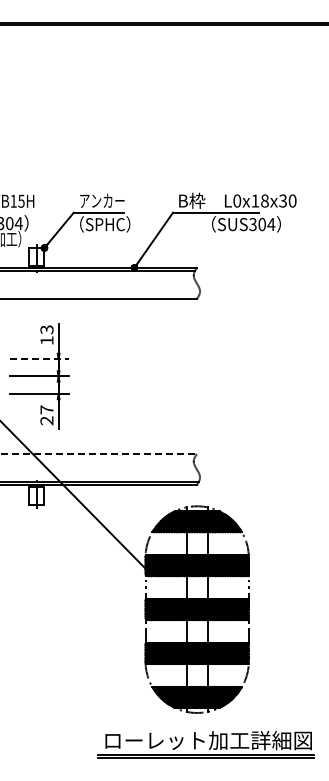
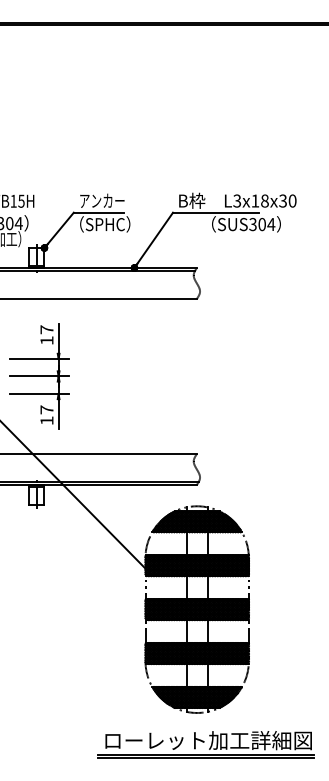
text at (237, 200): L0x18x30 -> L3x18x30
text at (46, 329): 13 -> 17
line at (40, 358): dashed -> solid
text at (46, 420): 27 -> 17
line at (99, 453): dashed -> solid
